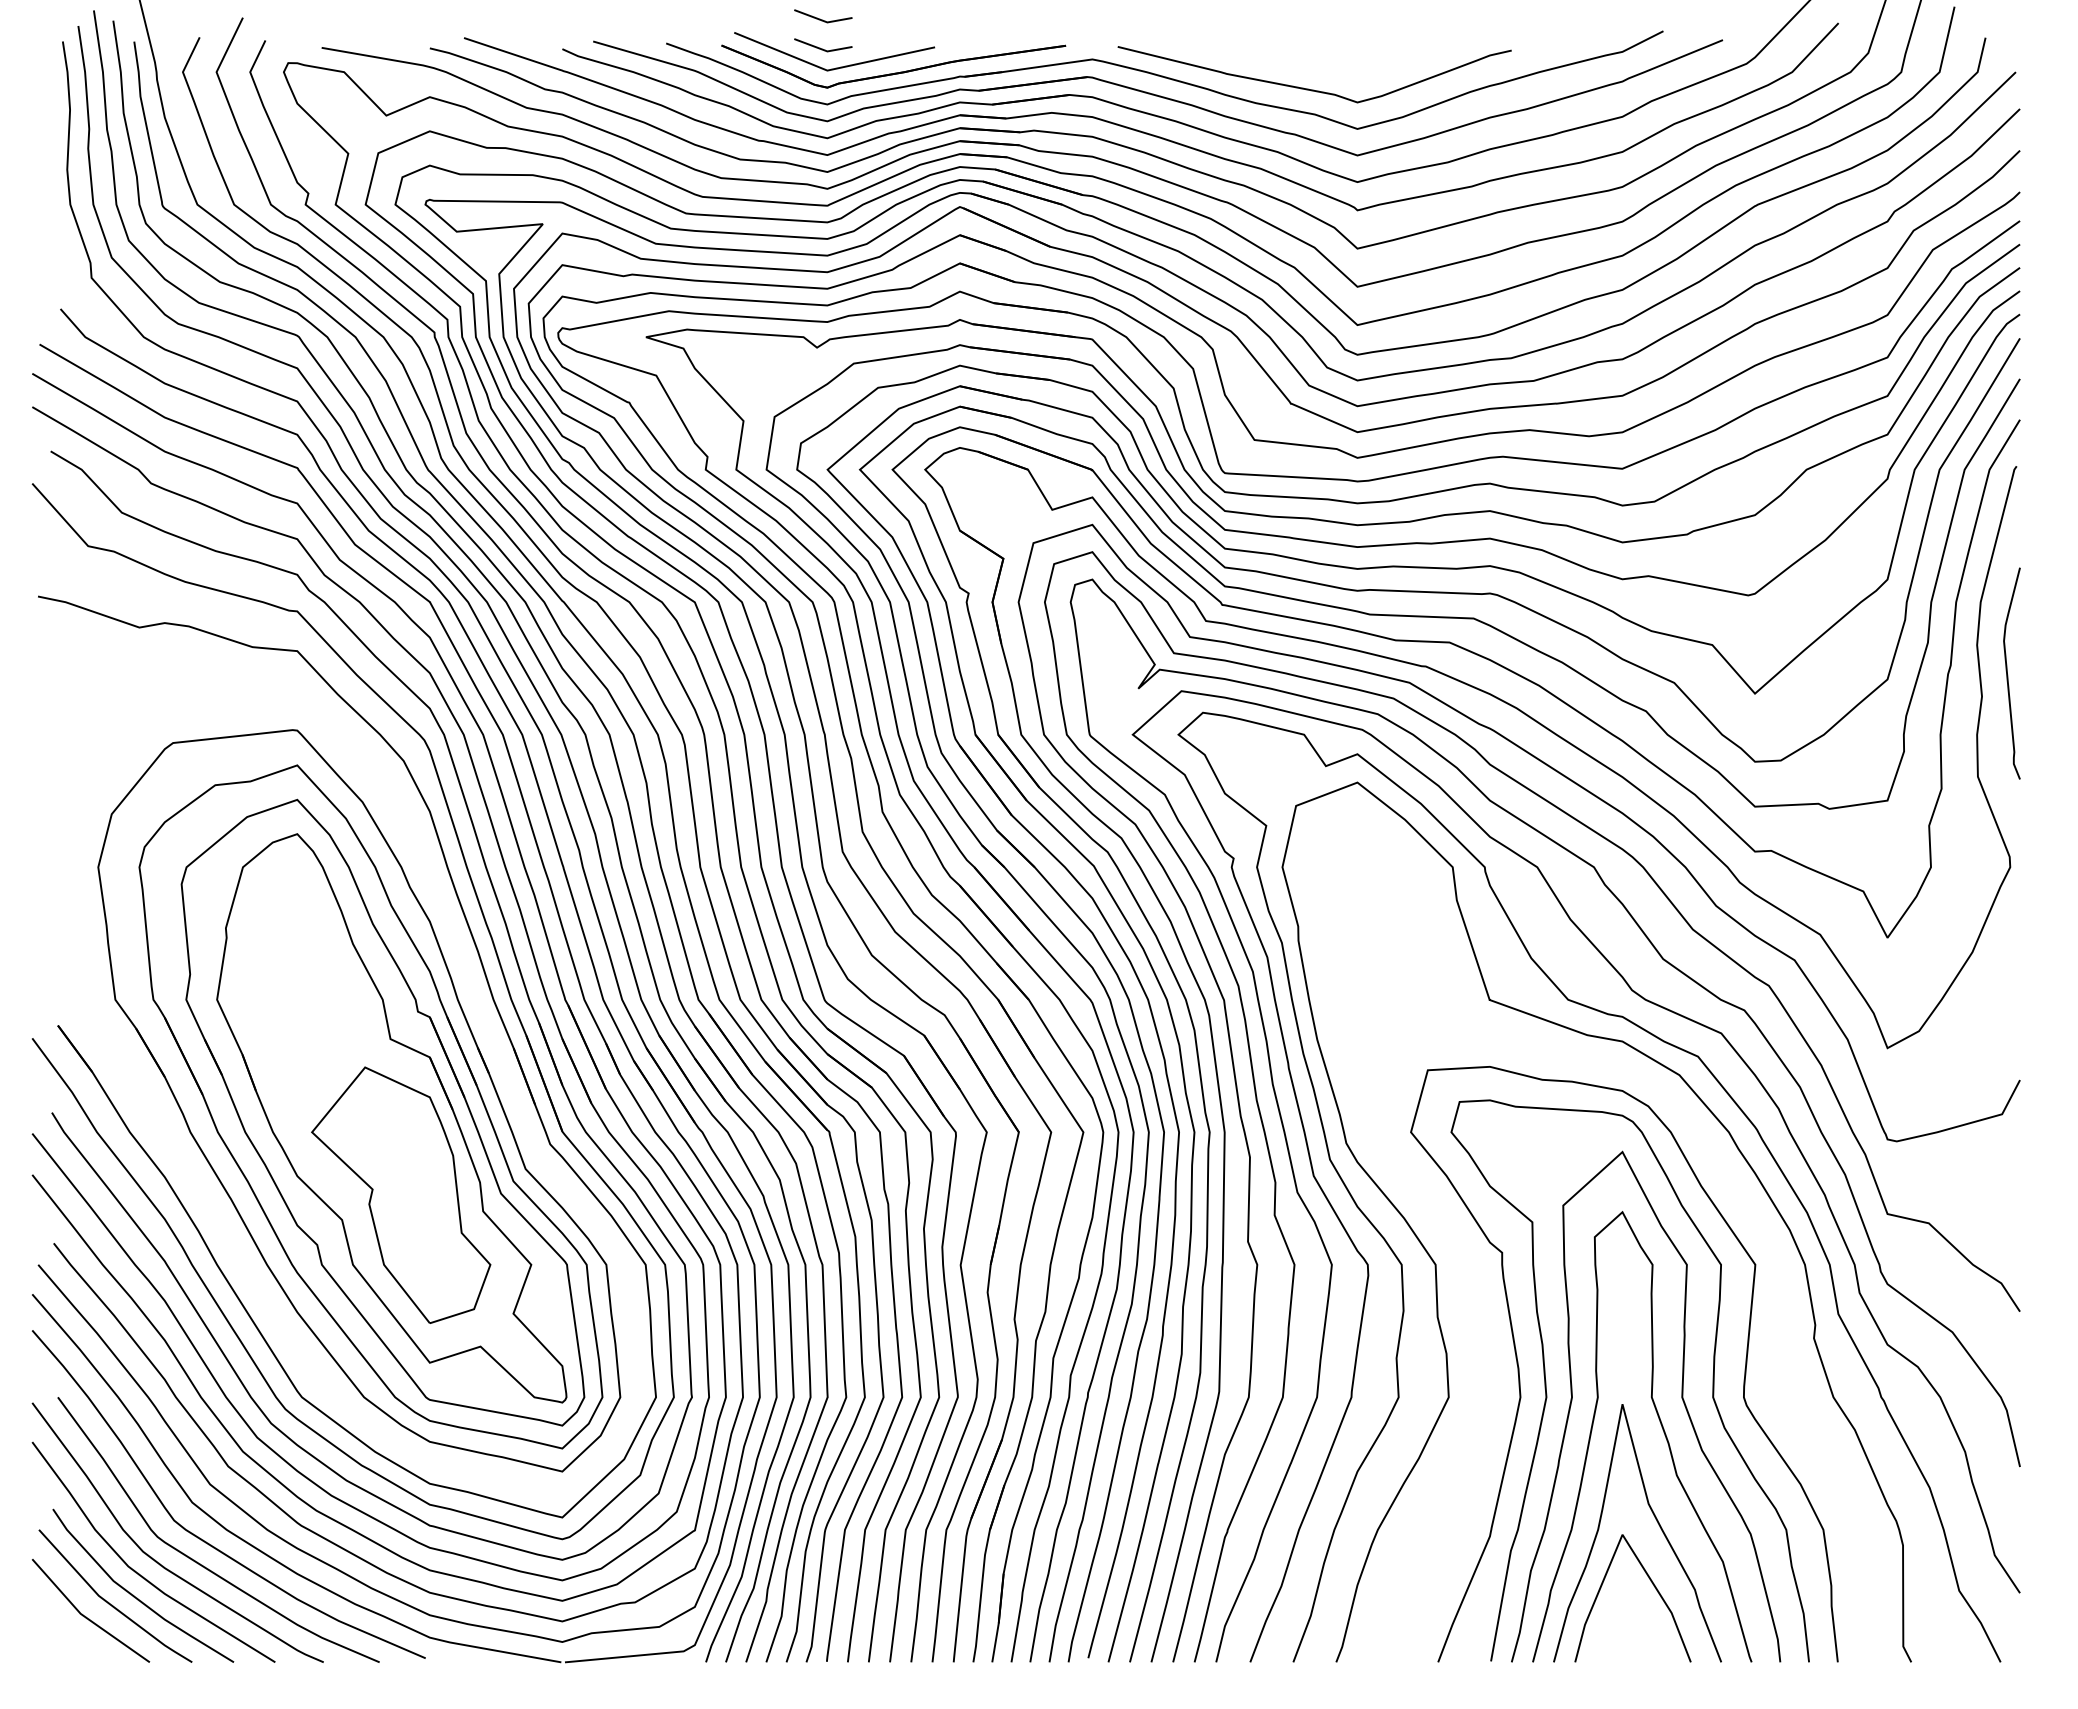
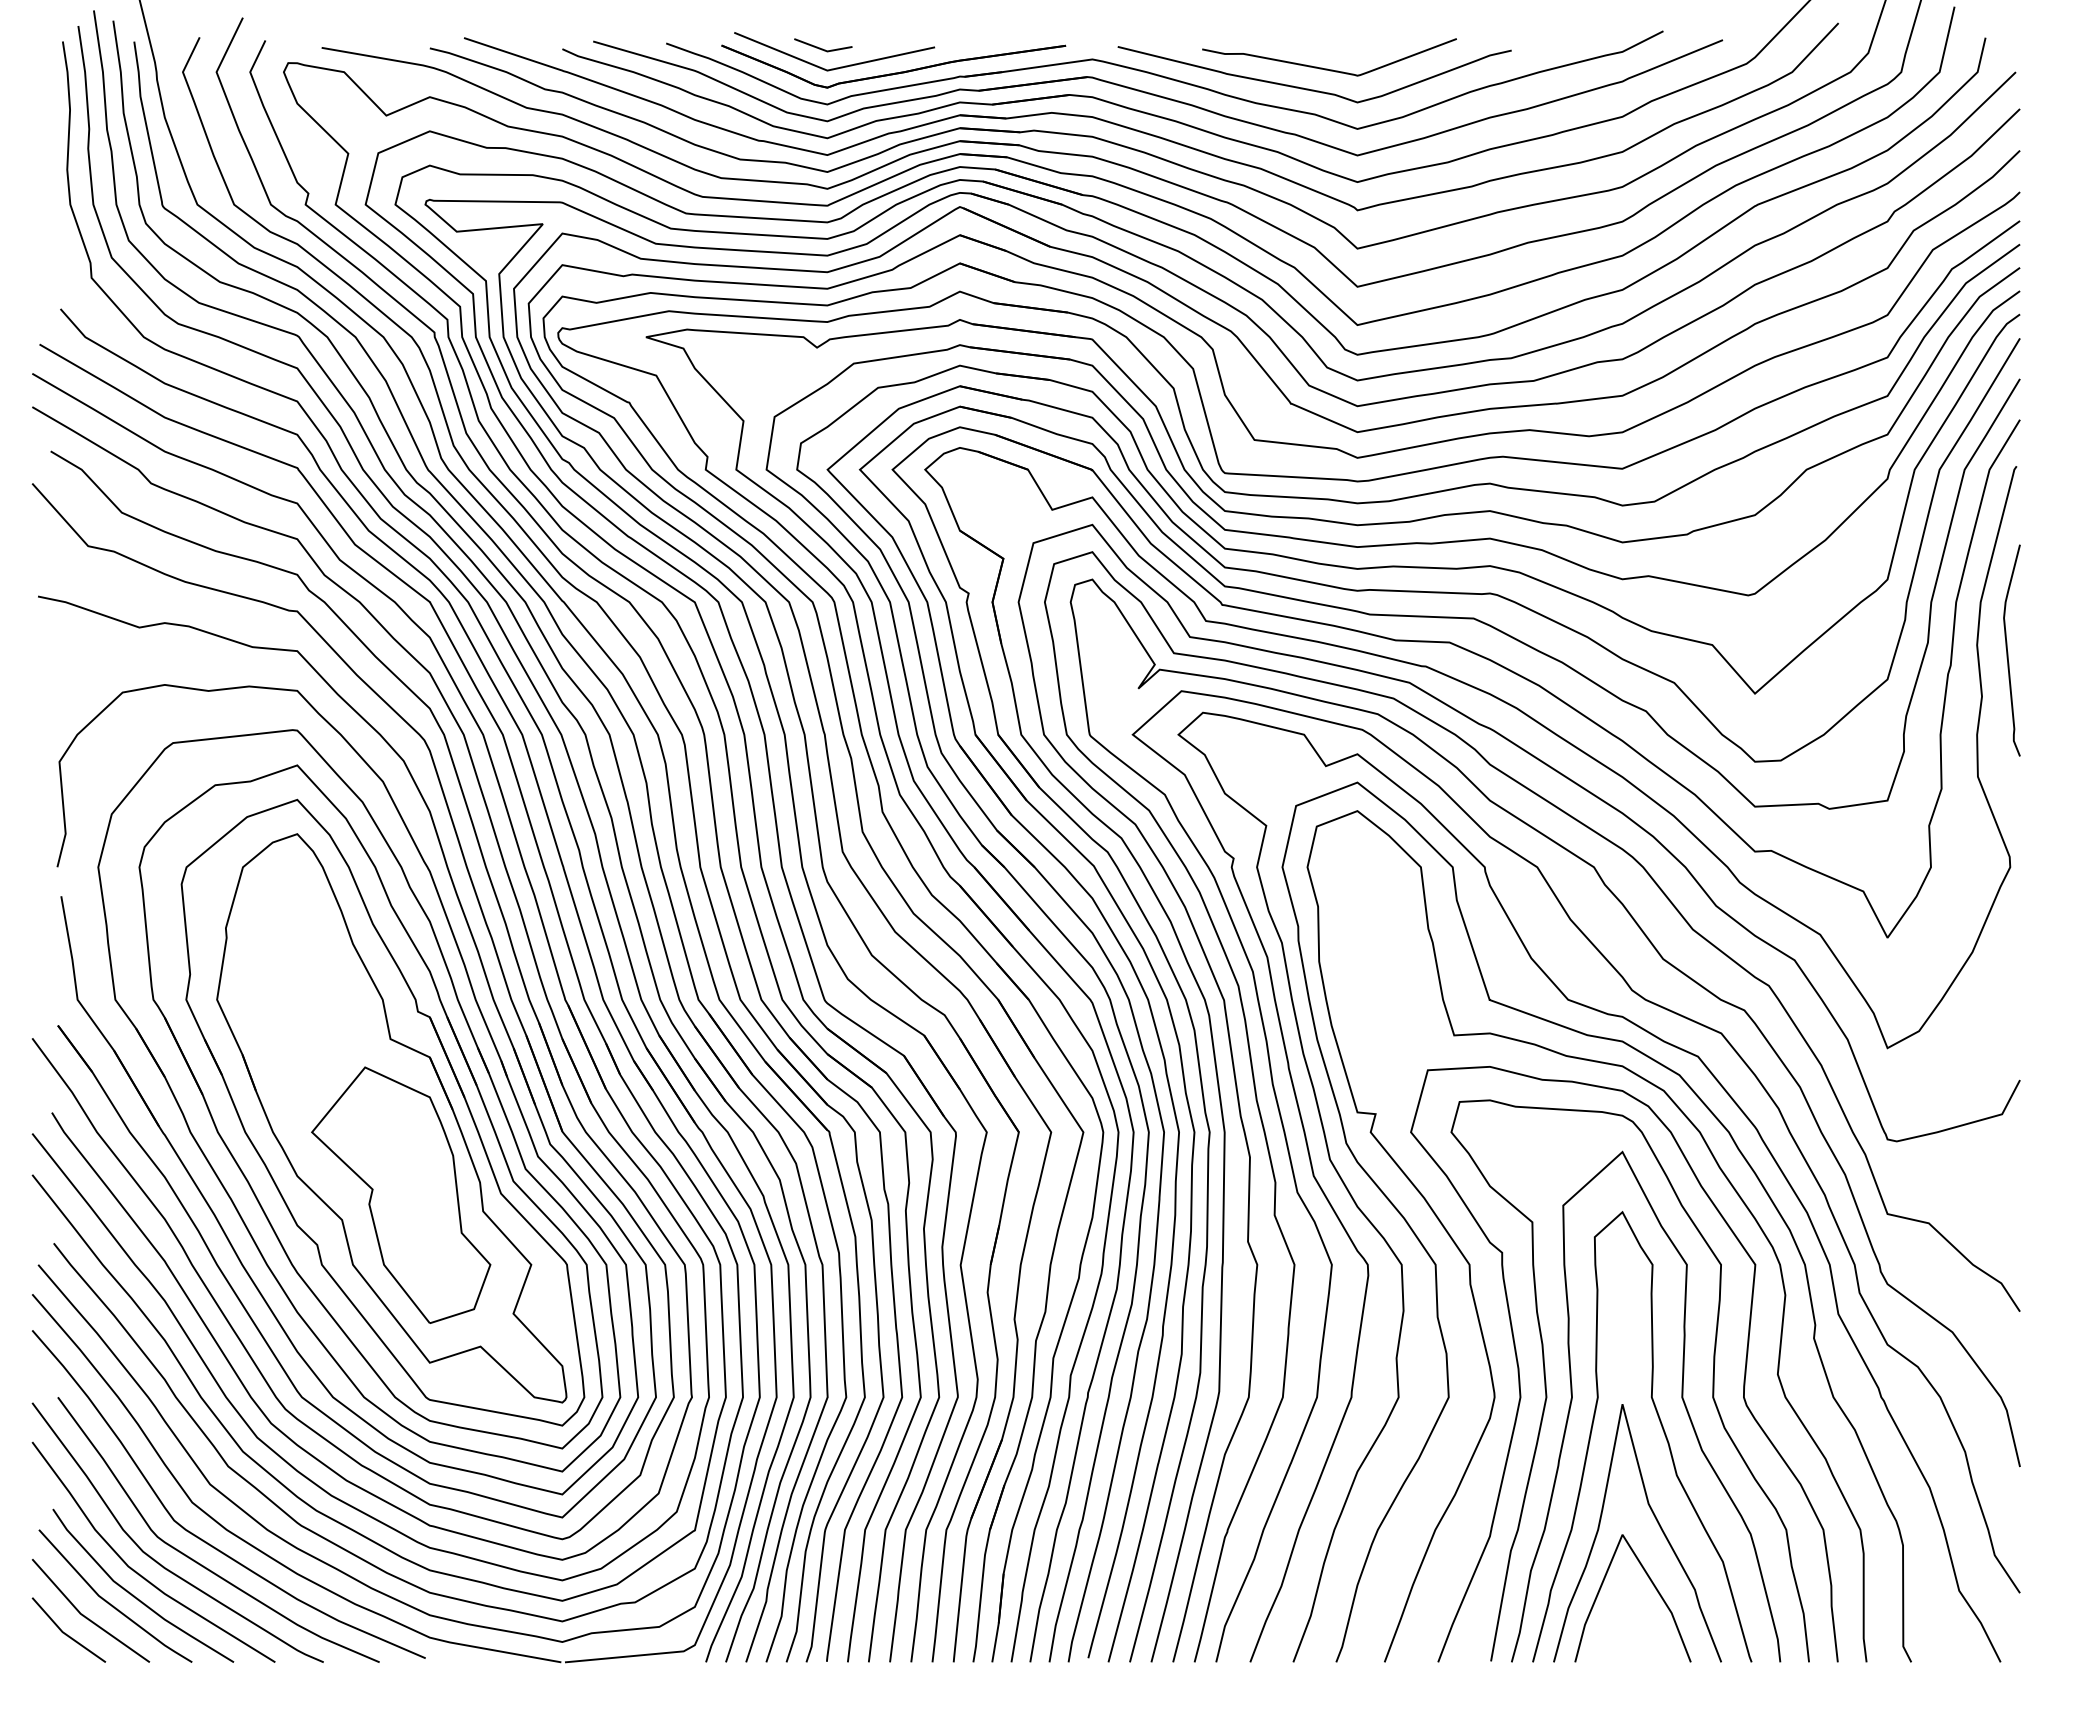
line at (822, 19): present -> none
curve at (1327, 68): none -> present
curve at (2008, 675) position: (2008, 675) -> (2008, 652)
part at (485, 1026): none -> present
curve at (1470, 1264): none -> present
line at (65, 1632): none -> present
